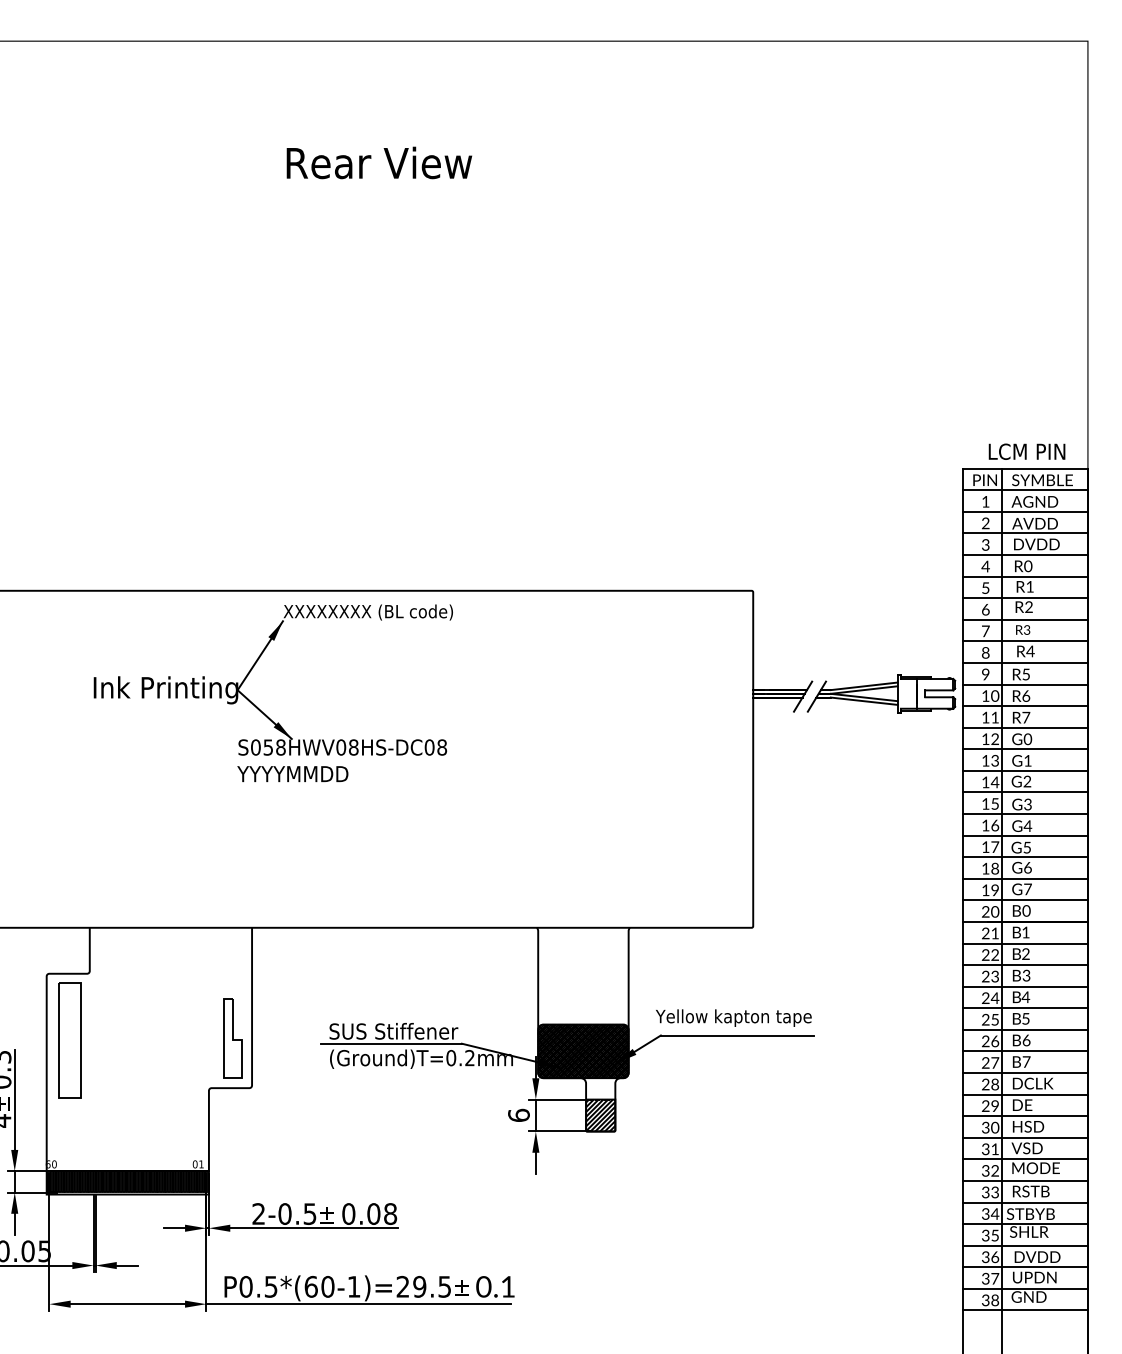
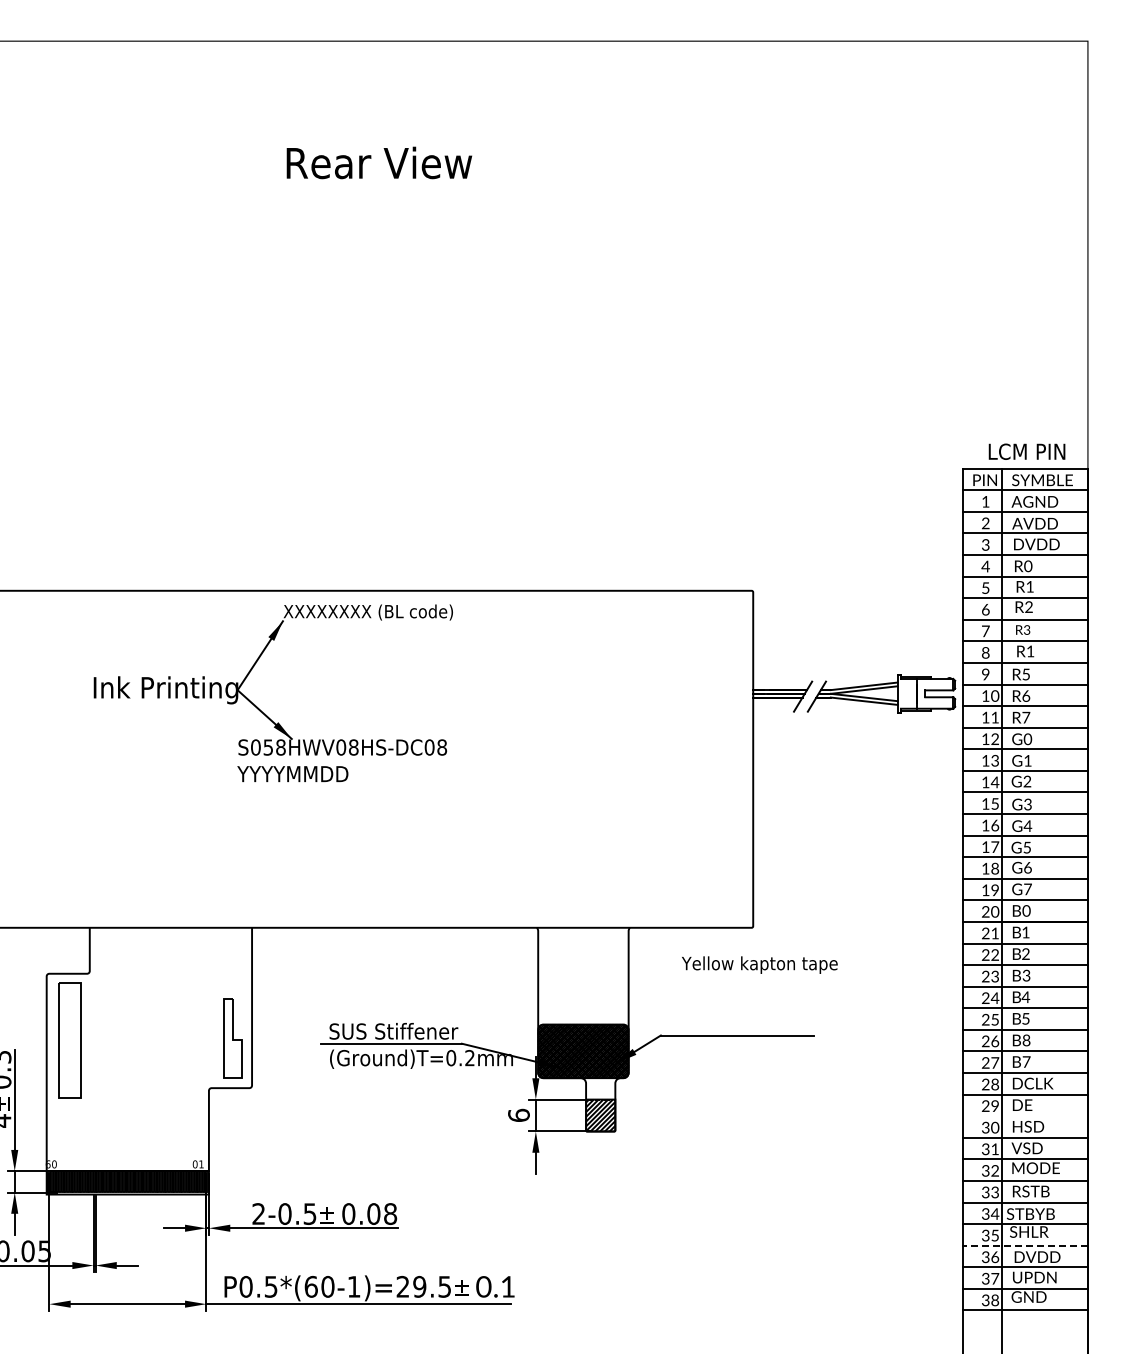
text at (1030, 651): R4 -> R1
text at (733, 1017) position: (733, 1017) -> (759, 964)
text at (1026, 1039): B6 -> B8
line at (1025, 1116): present -> none
line at (1025, 1245): solid -> dashed
